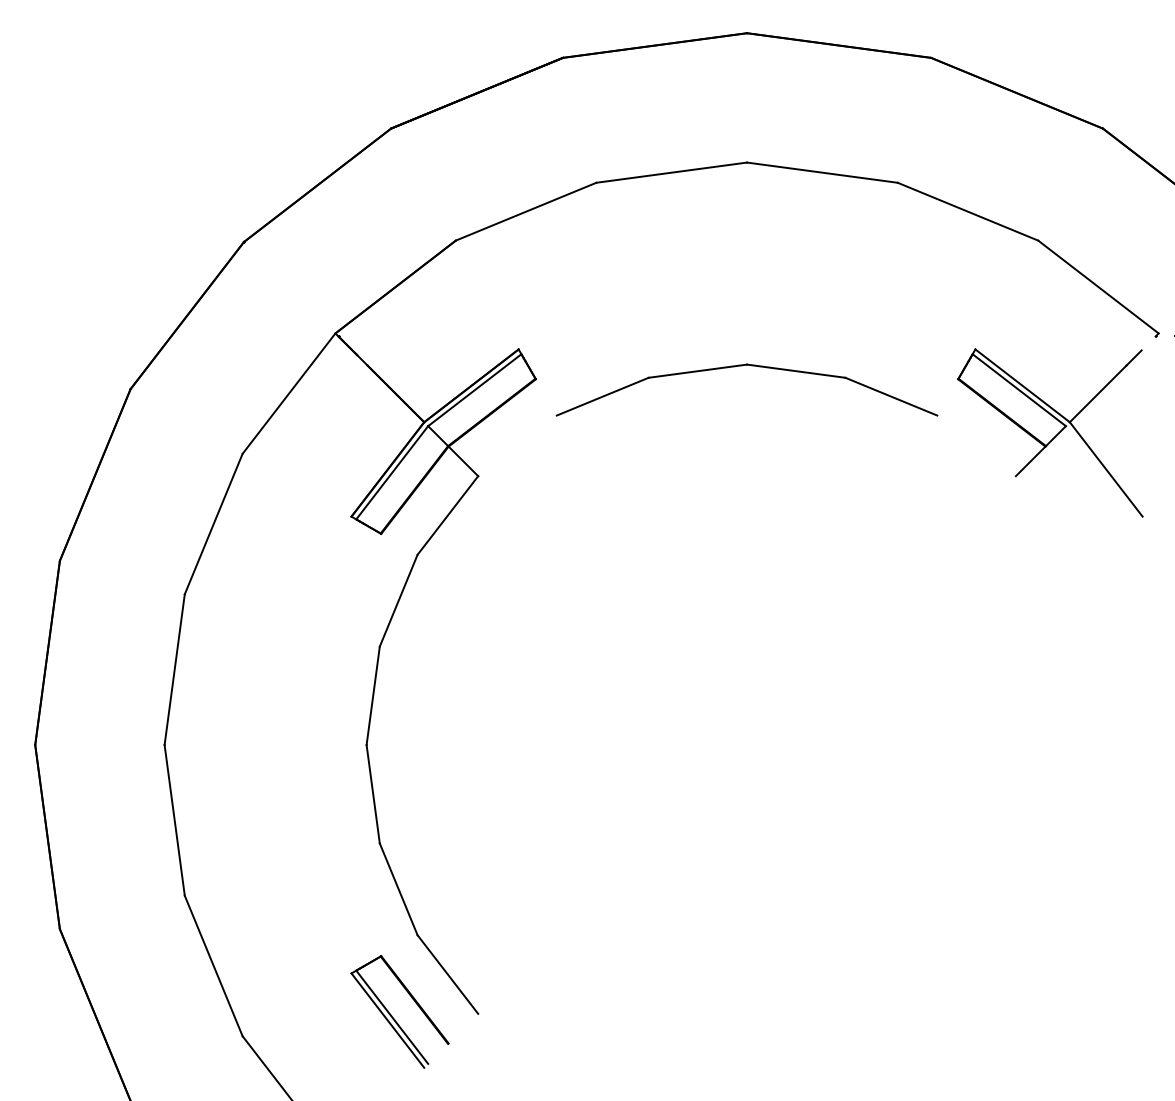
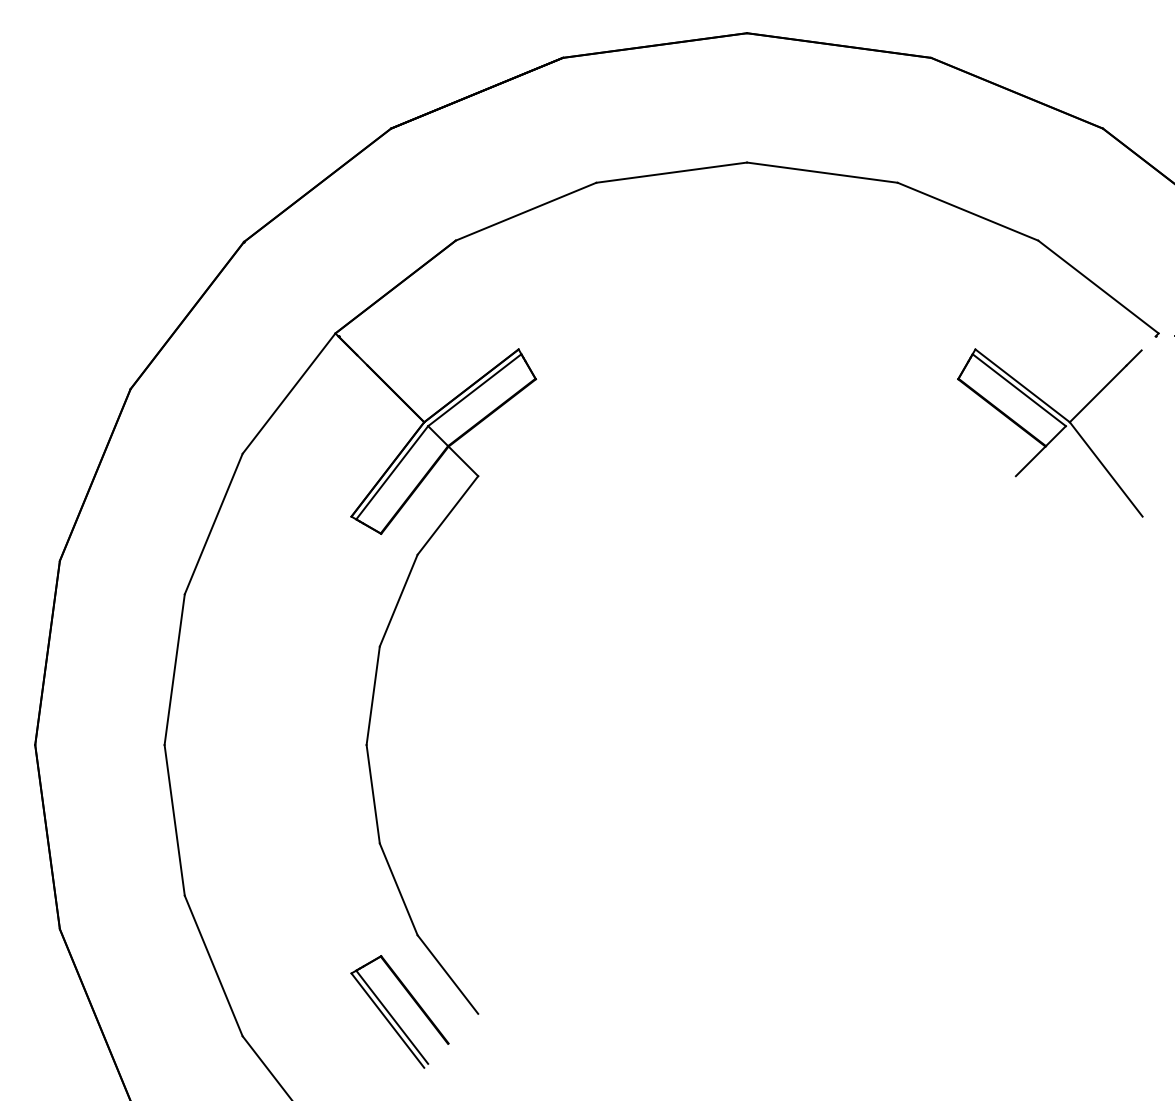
part at (742, 366): present -> none
